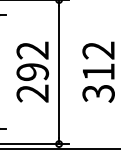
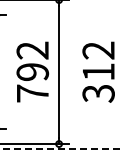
text at (32, 93): 292 -> 792
line at (60, 148): solid -> dashed
